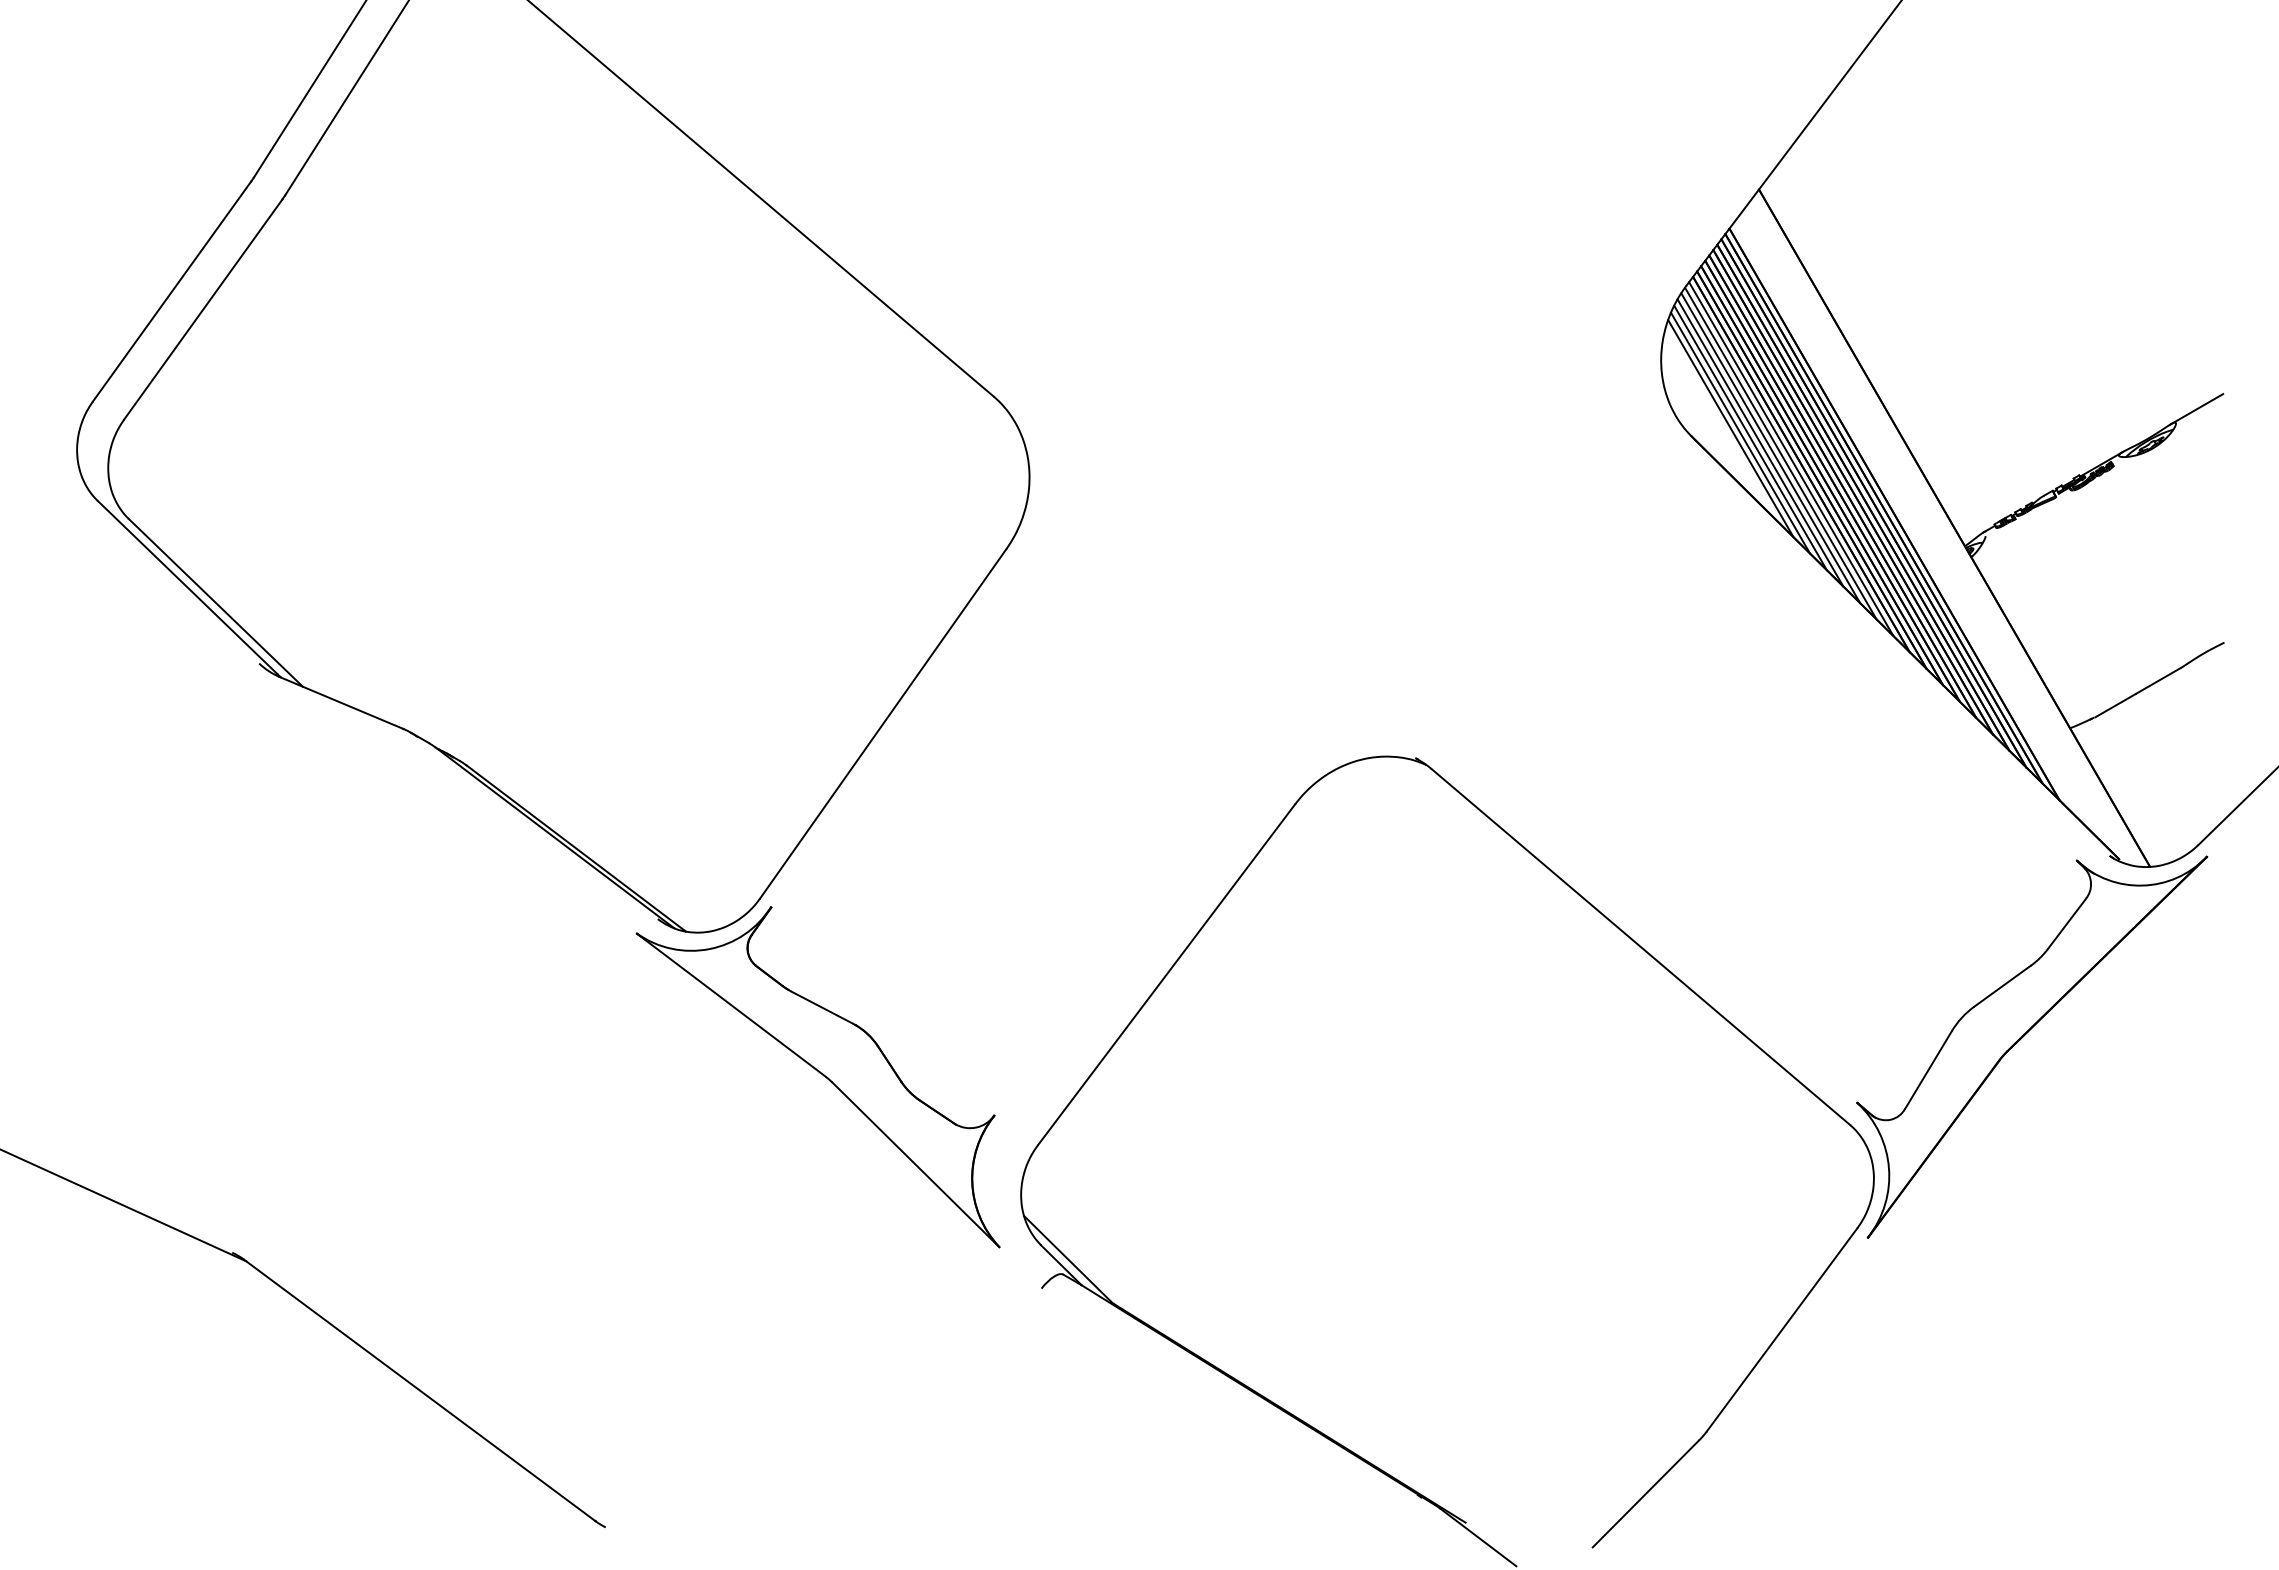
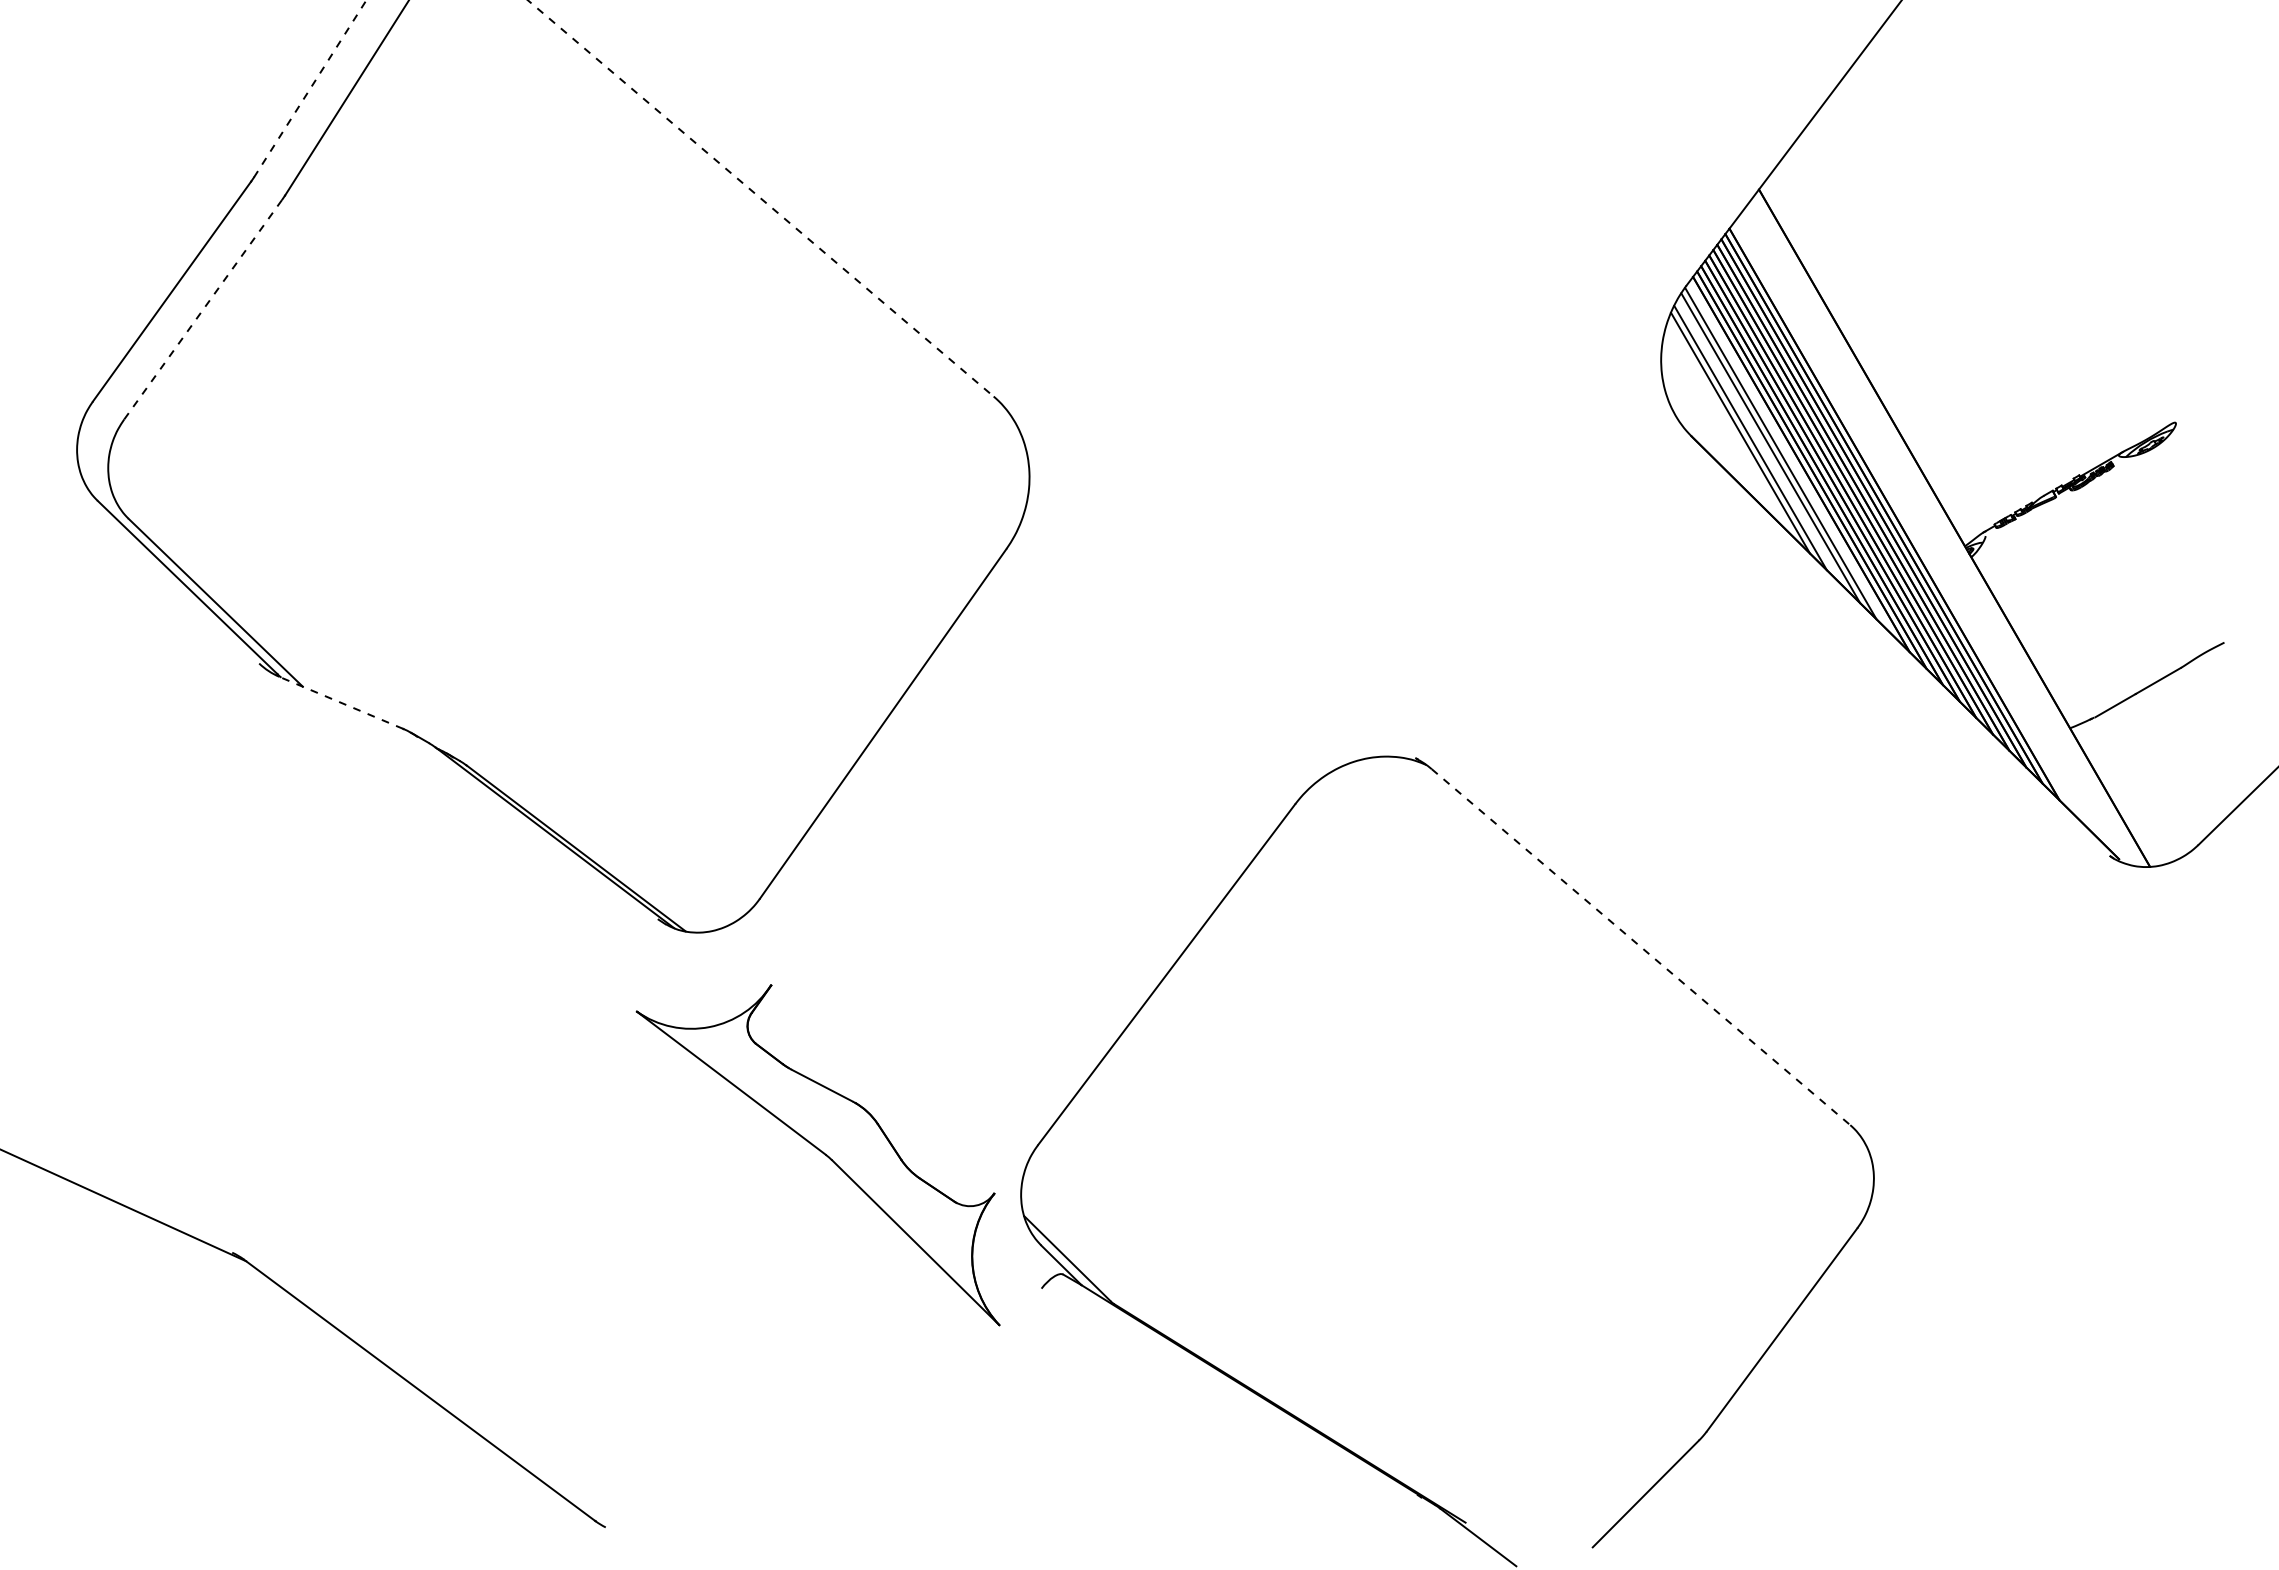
line at (310, 89): solid -> dashed
line at (760, 198): solid -> dashed
line at (203, 309): solid -> dashed
line at (2196, 409): present -> none
line at (1730, 428): present -> none
line at (1760, 442): present -> none
line at (1791, 458): present -> none
line at (340, 702): solid -> dashed
line at (1641, 947): solid -> dashed
part at (2023, 1037): present -> none
part at (817, 1077) position: (817, 1077) -> (817, 1155)
